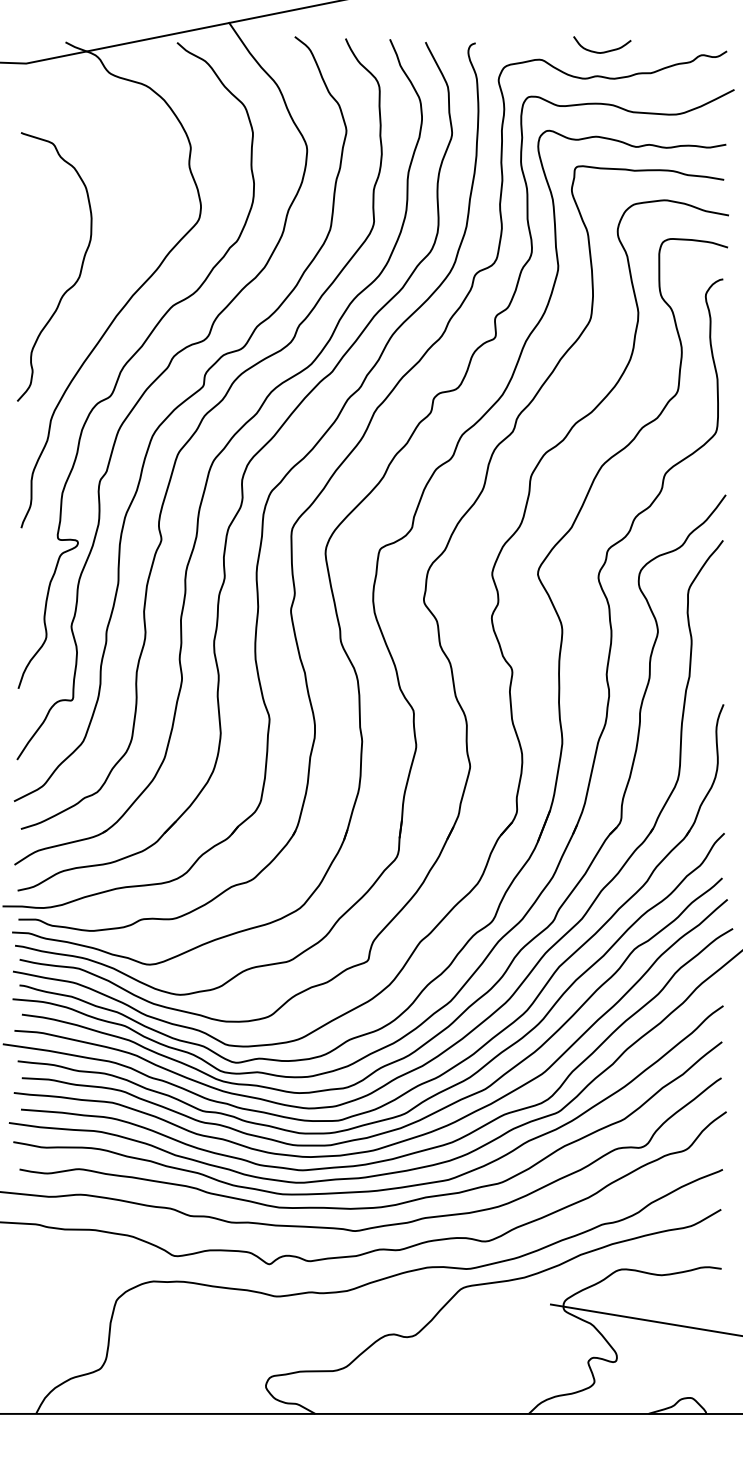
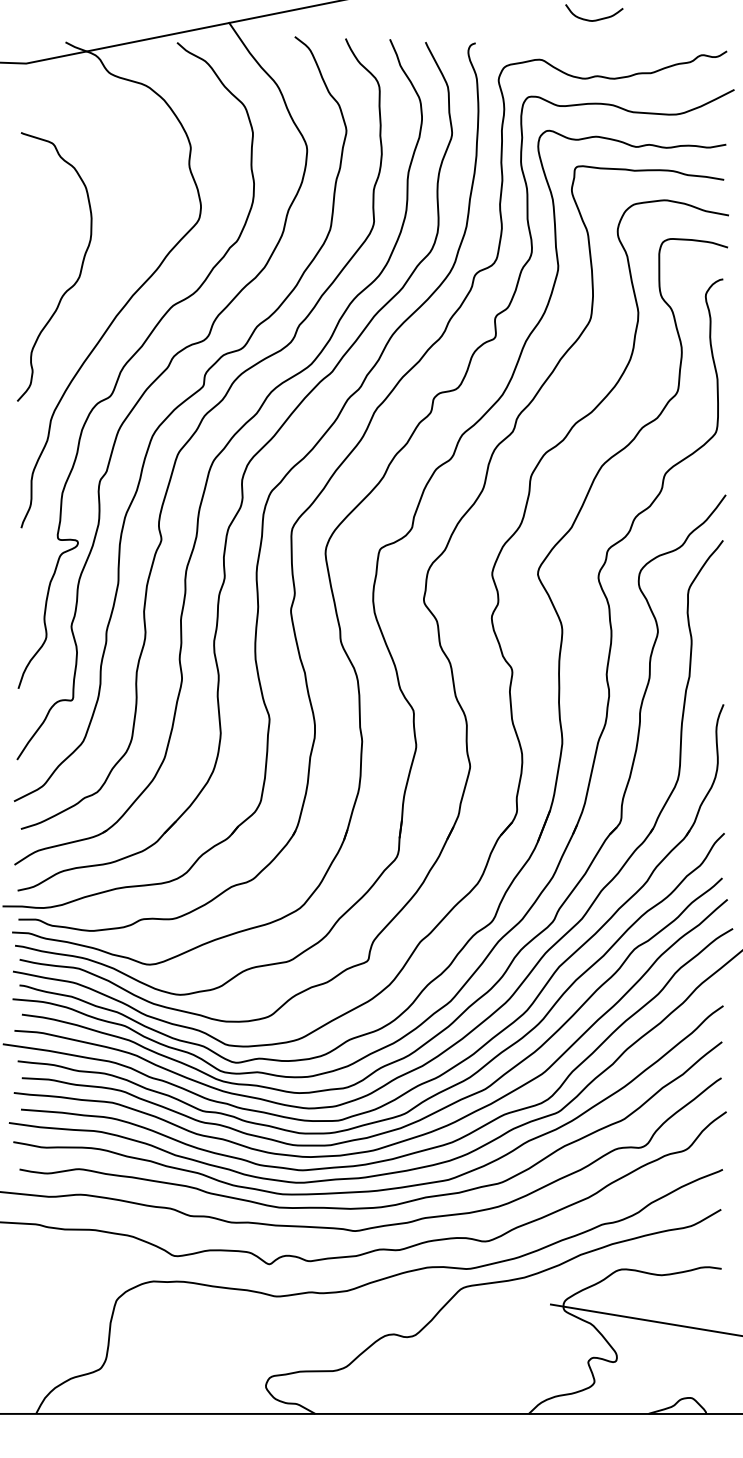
curve at (602, 51) position: (602, 51) -> (594, 19)
